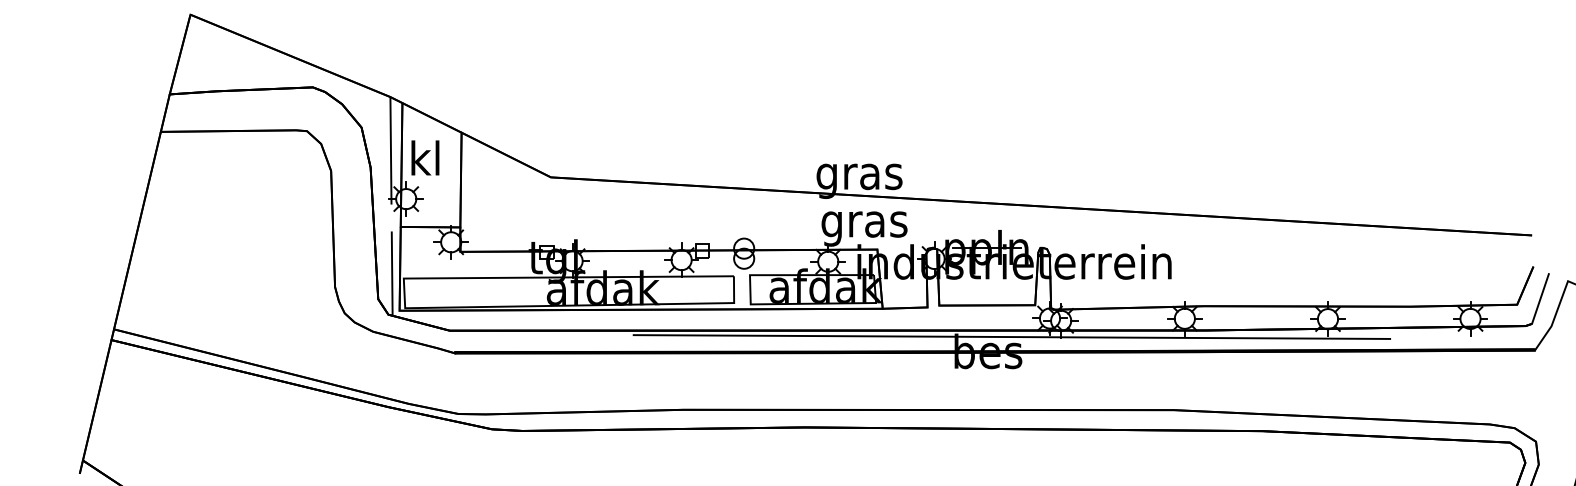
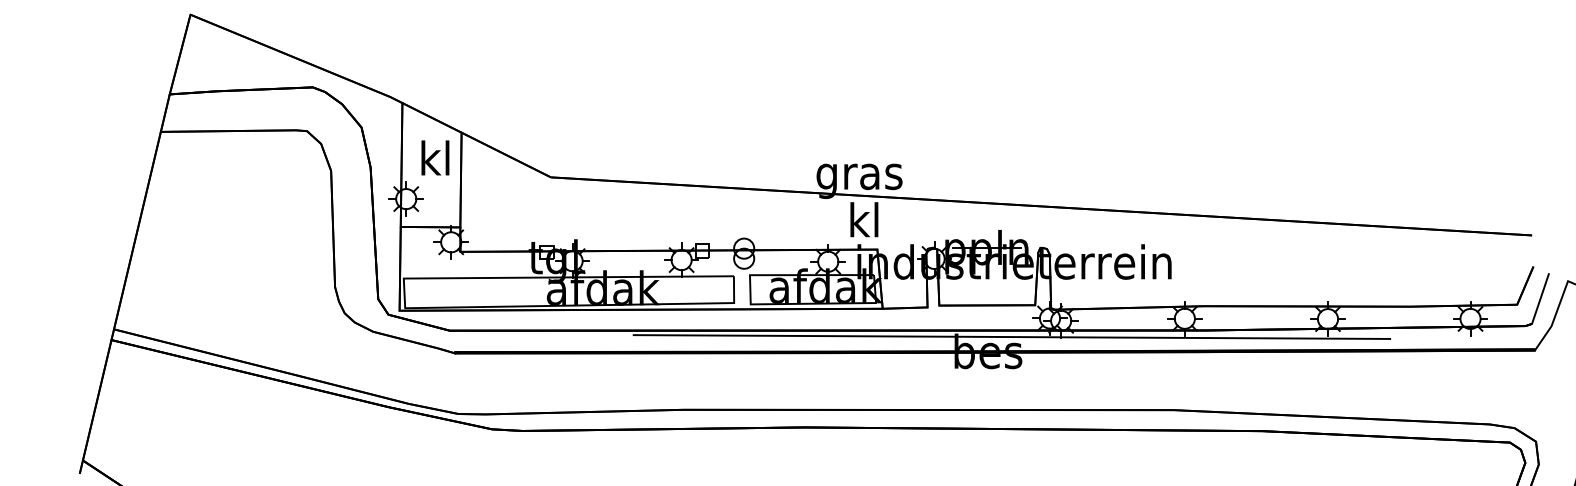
text at (425, 157) position: (425, 157) -> (435, 157)
line at (391, 206): present -> none
text at (864, 224): gras -> kl
